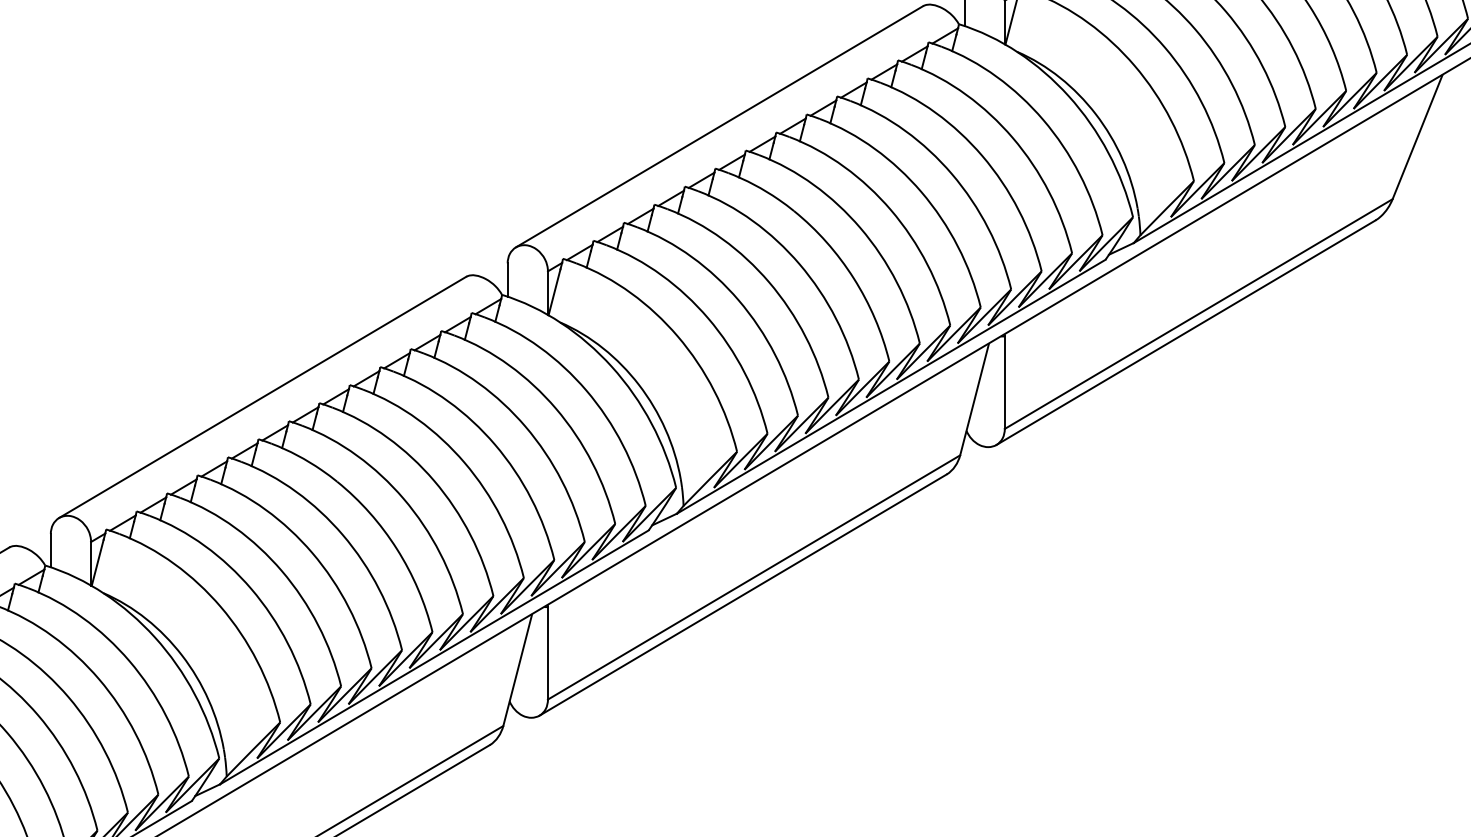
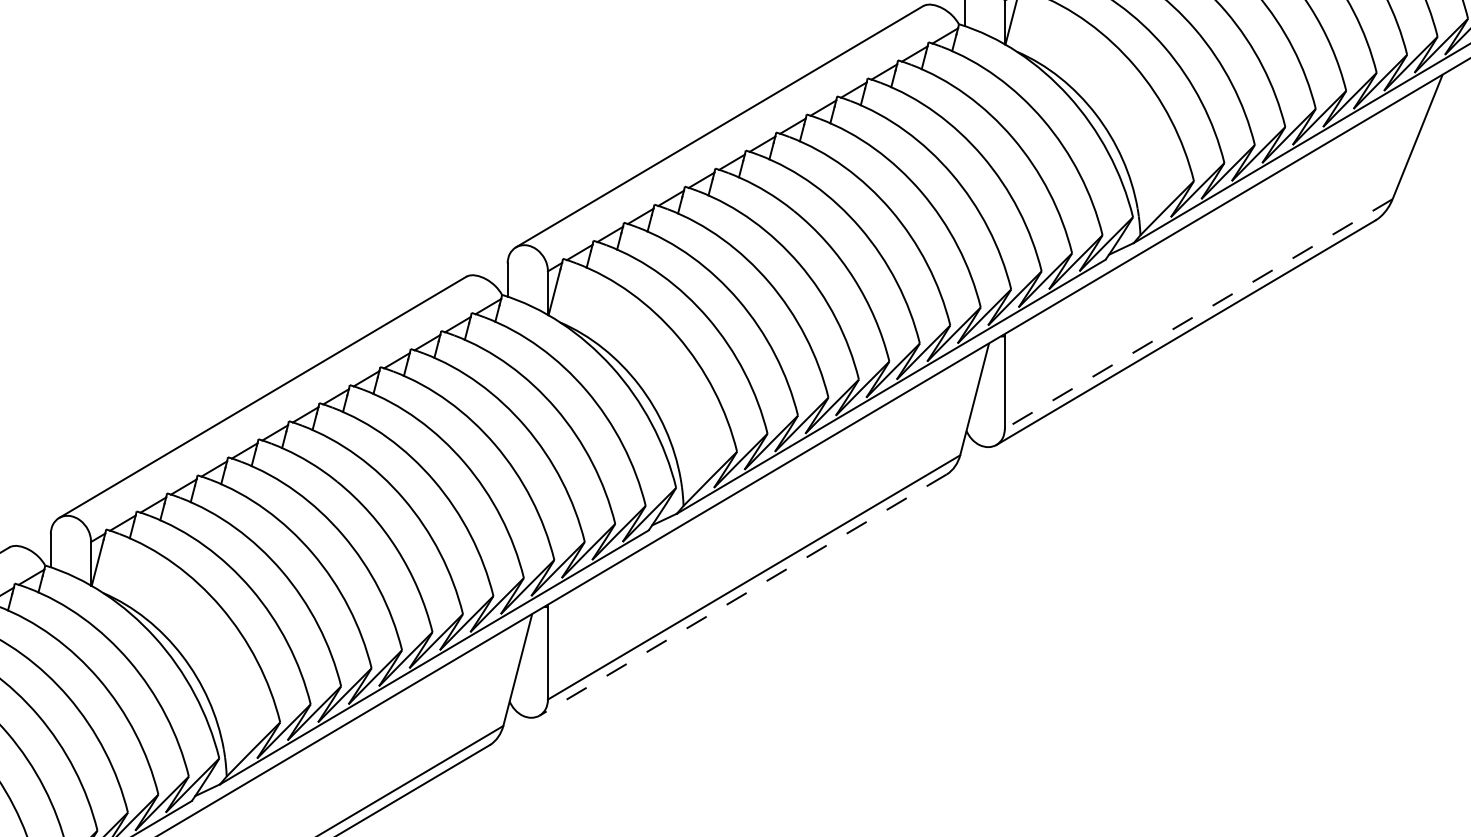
line at (1198, 314): solid -> dashed
line at (743, 595): solid -> dashed
